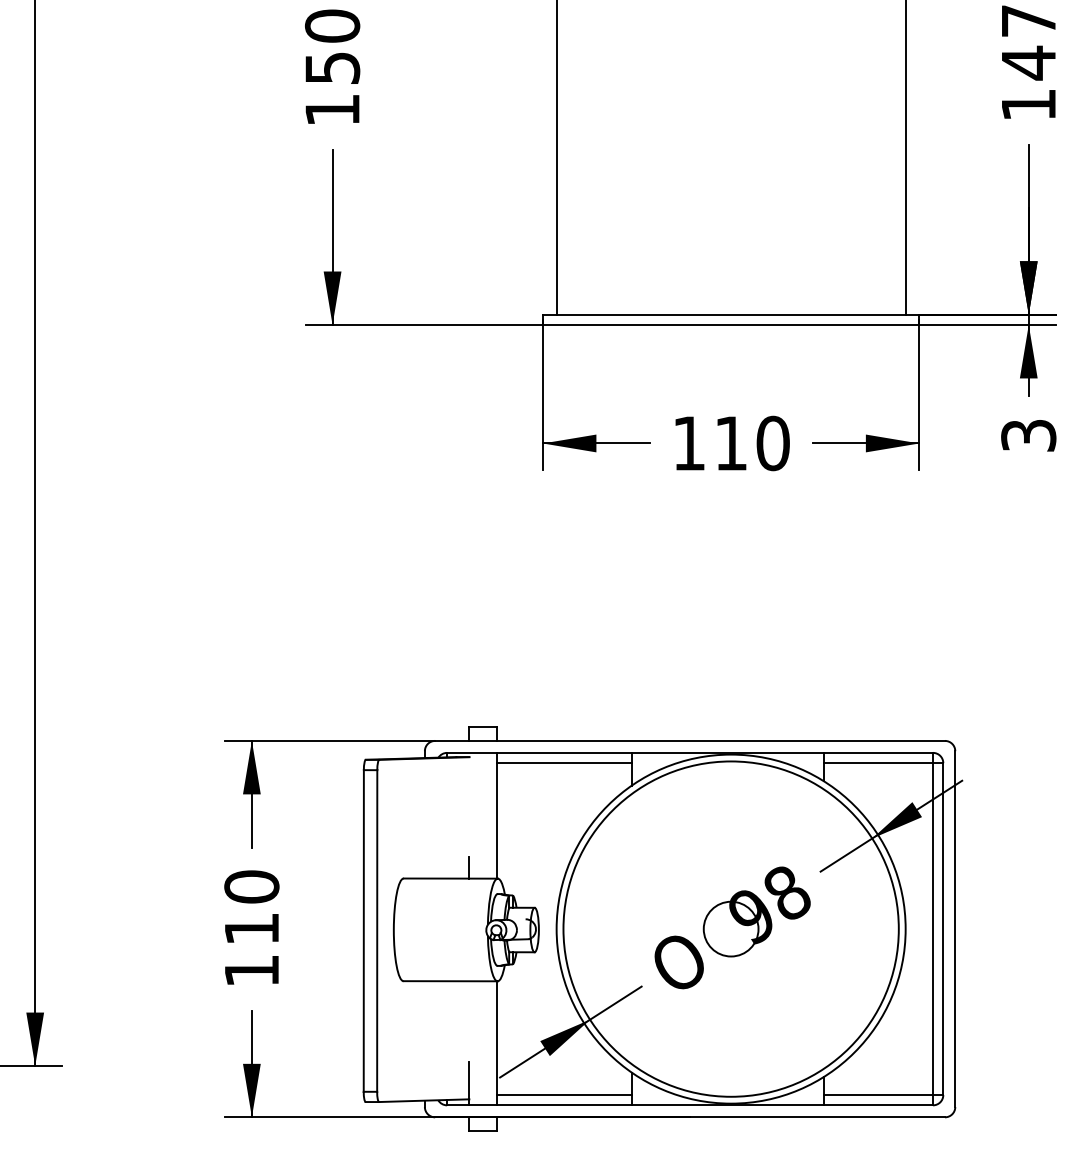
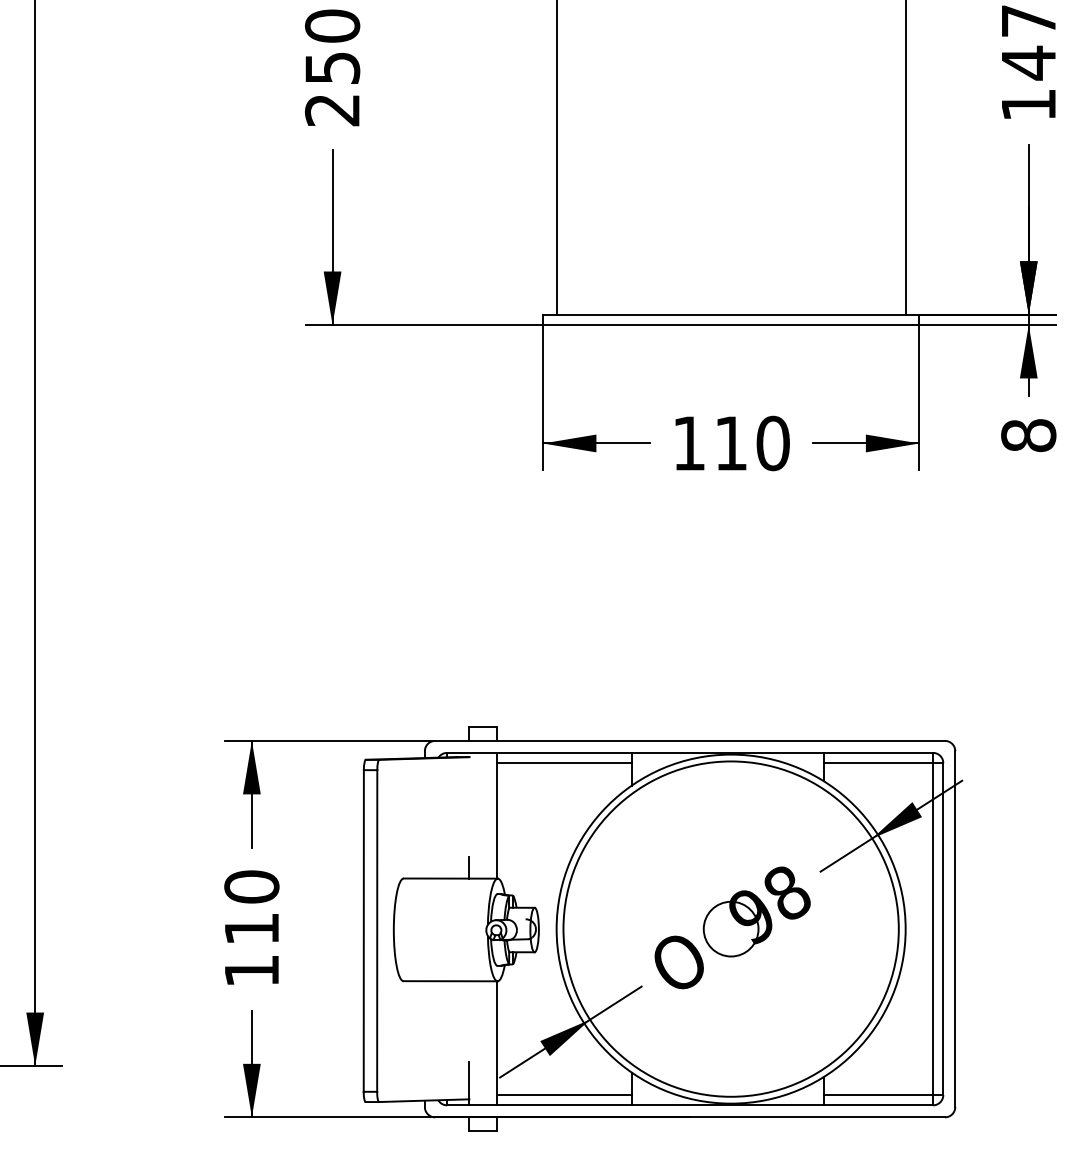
text at (331, 110): 150 -> 250
text at (1028, 435): 3 -> 8
